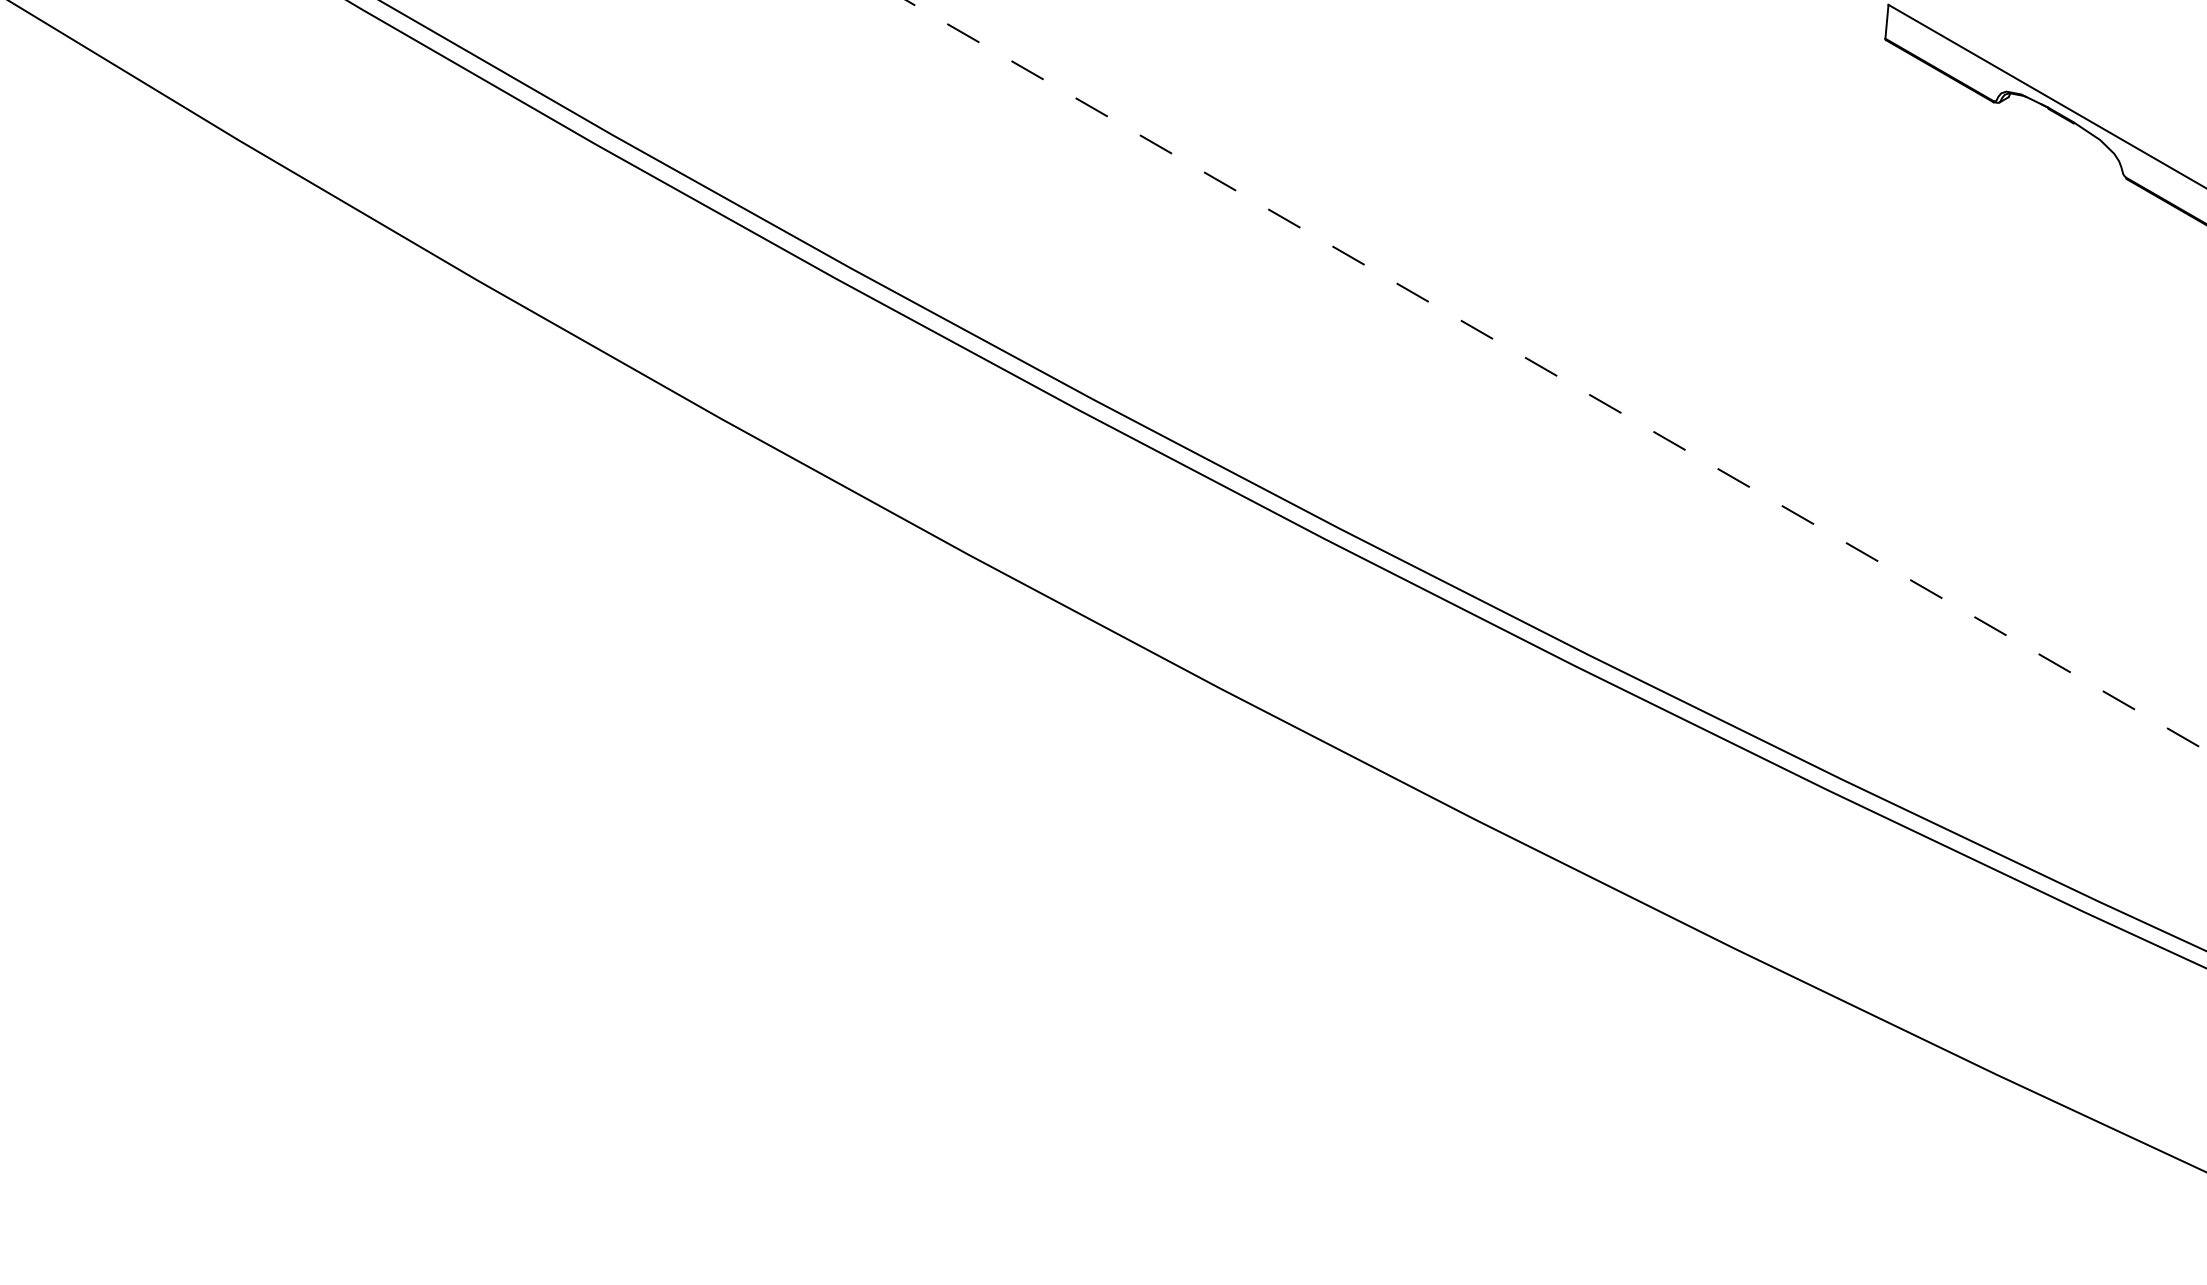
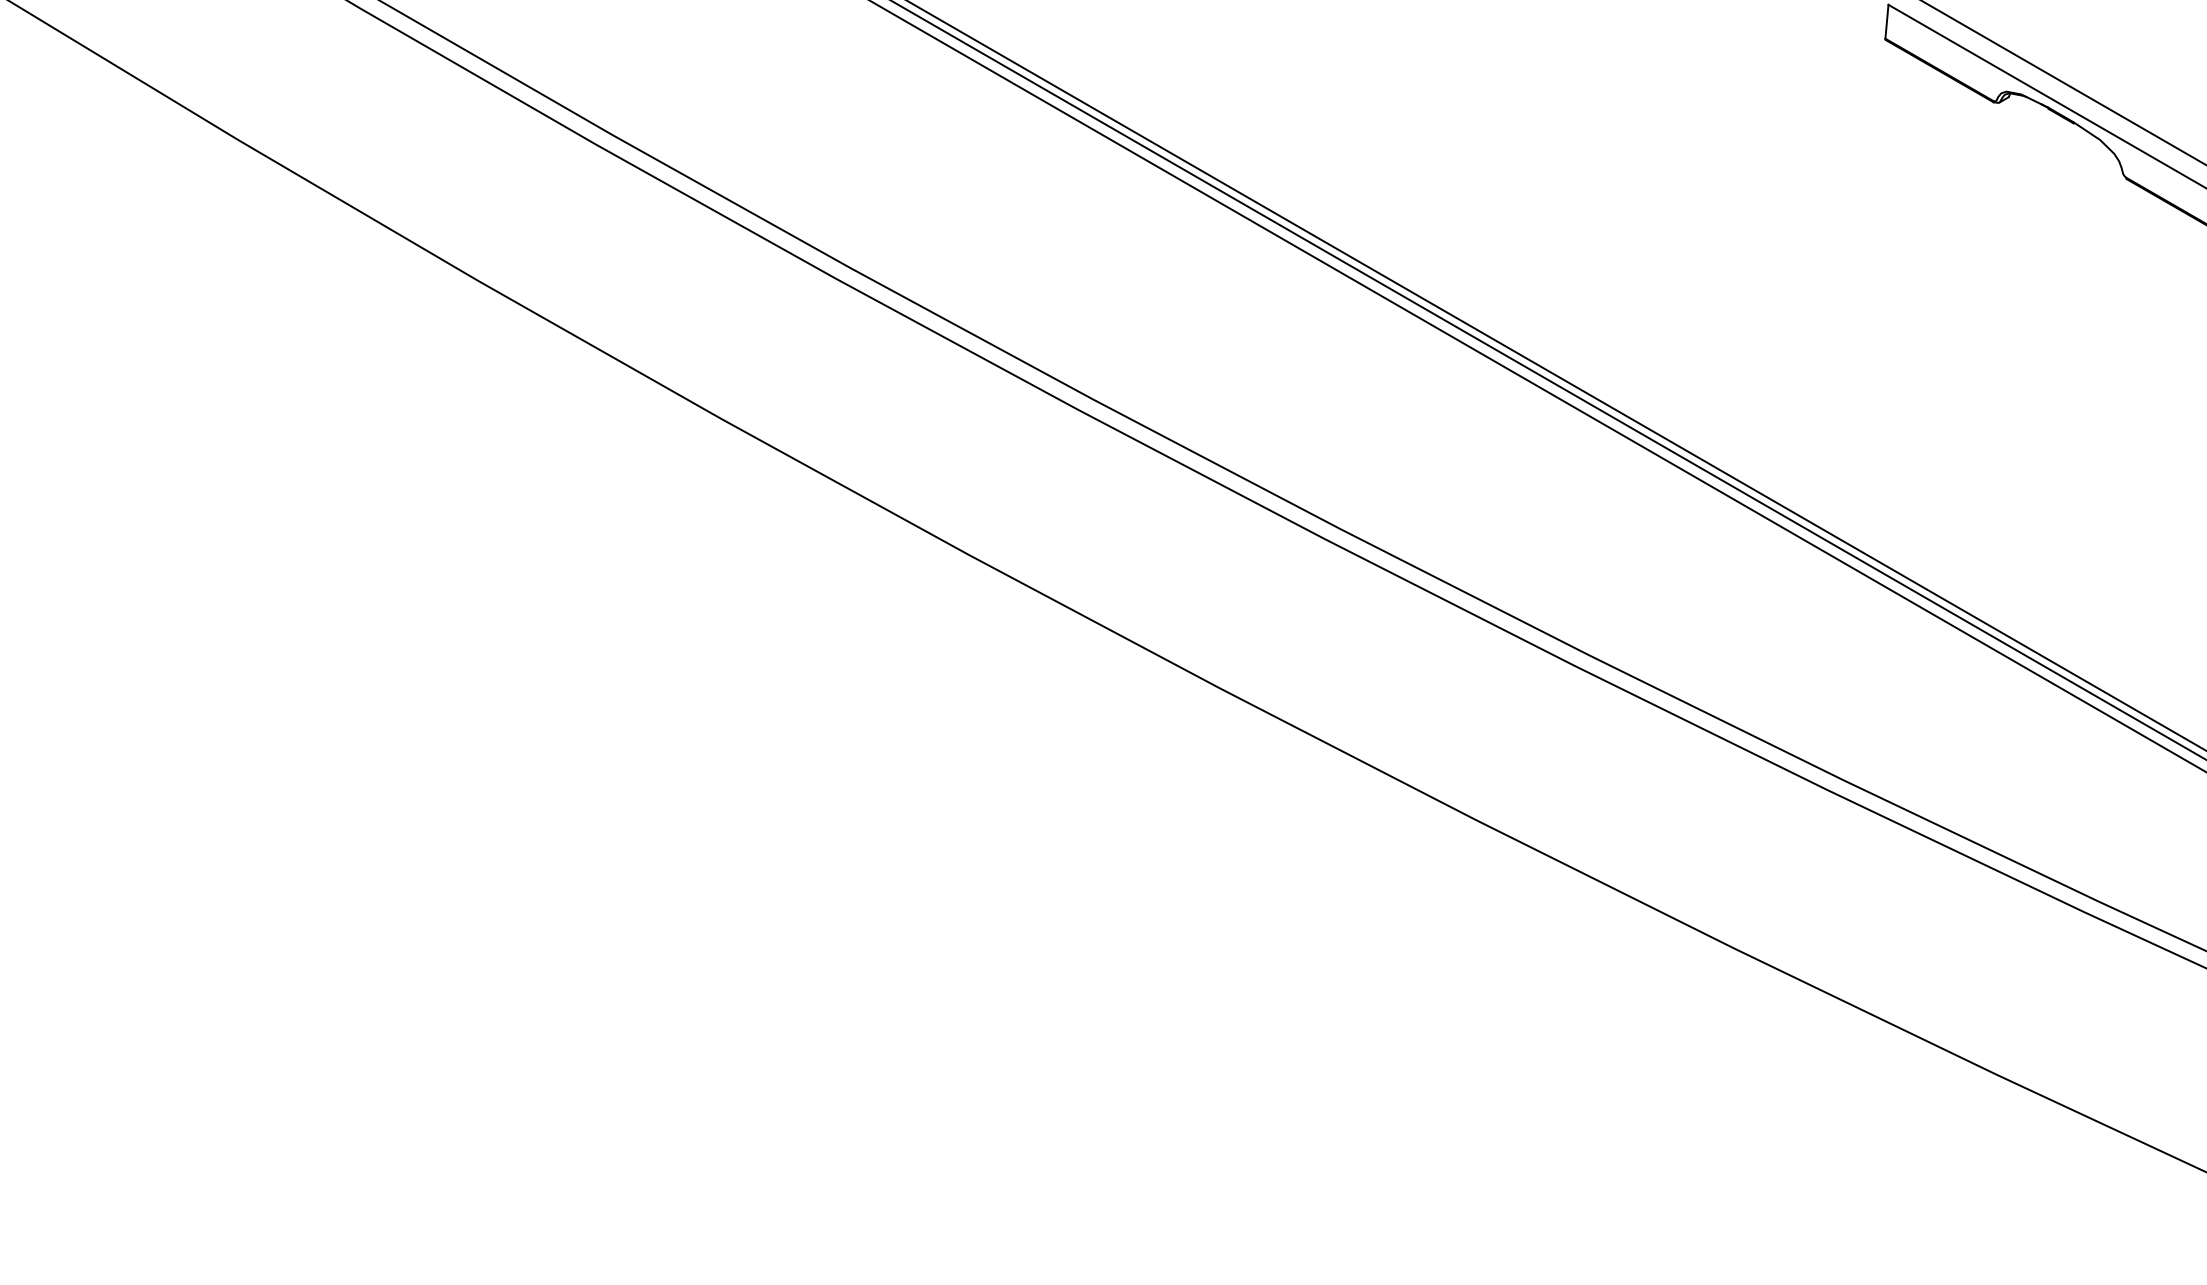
line at (2063, 82): none -> present
line at (1555, 375): dashed -> solid
line at (1548, 380): none -> present
line at (1537, 386): none -> present
